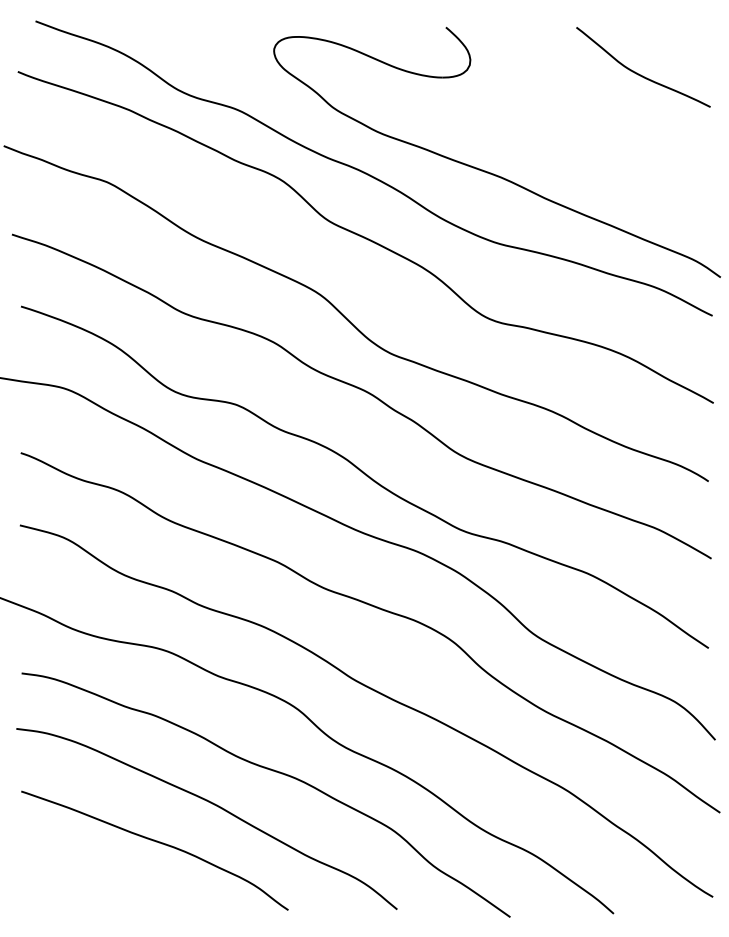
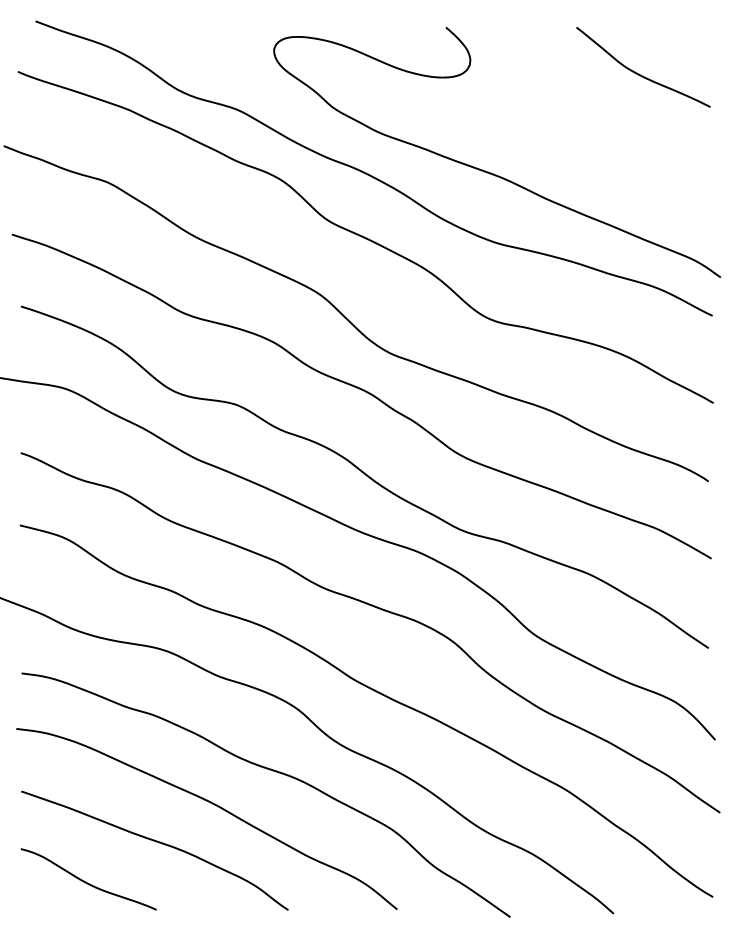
curve at (86, 881): none -> present
